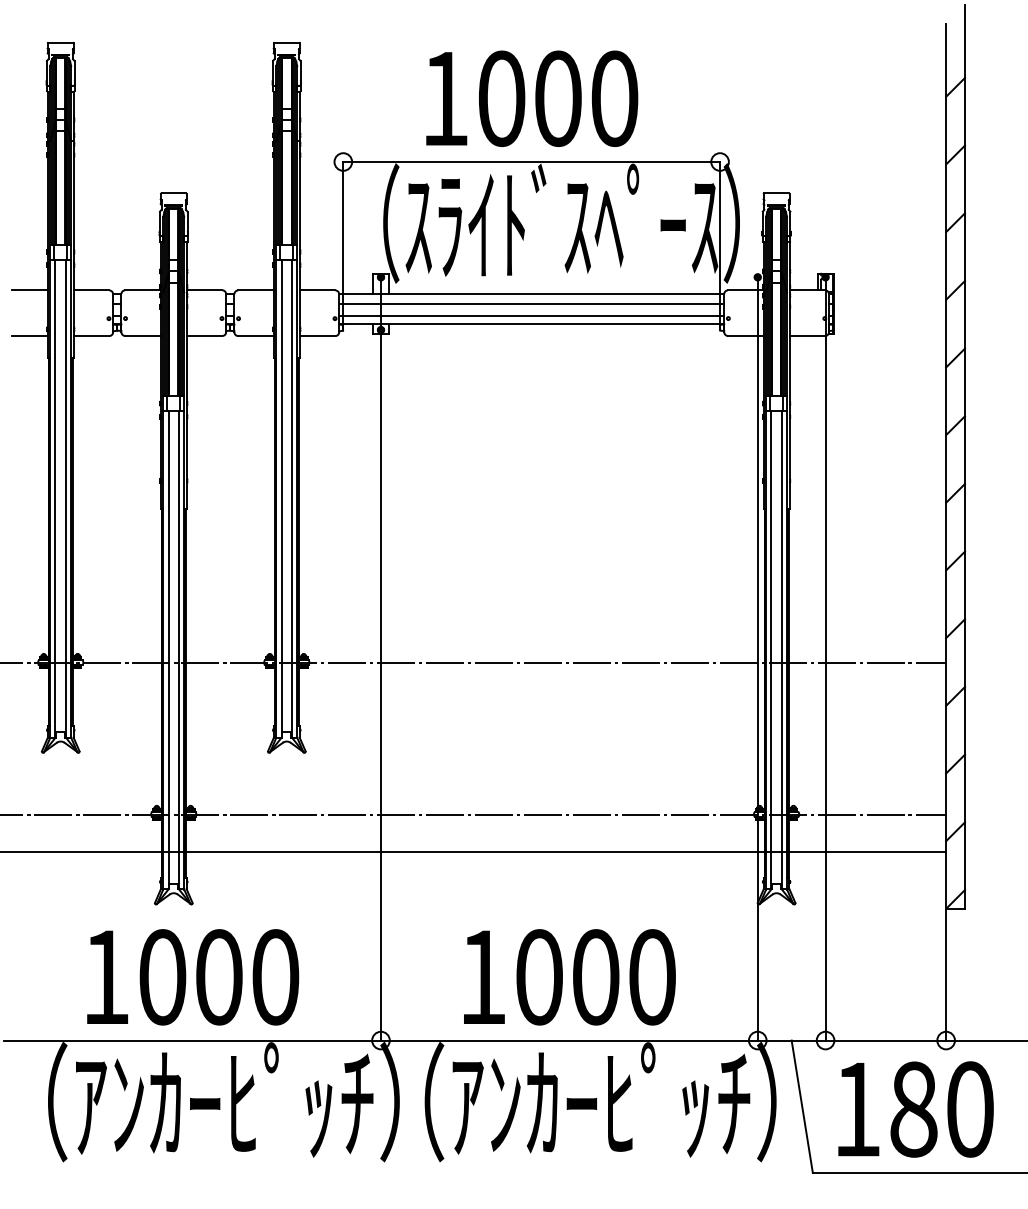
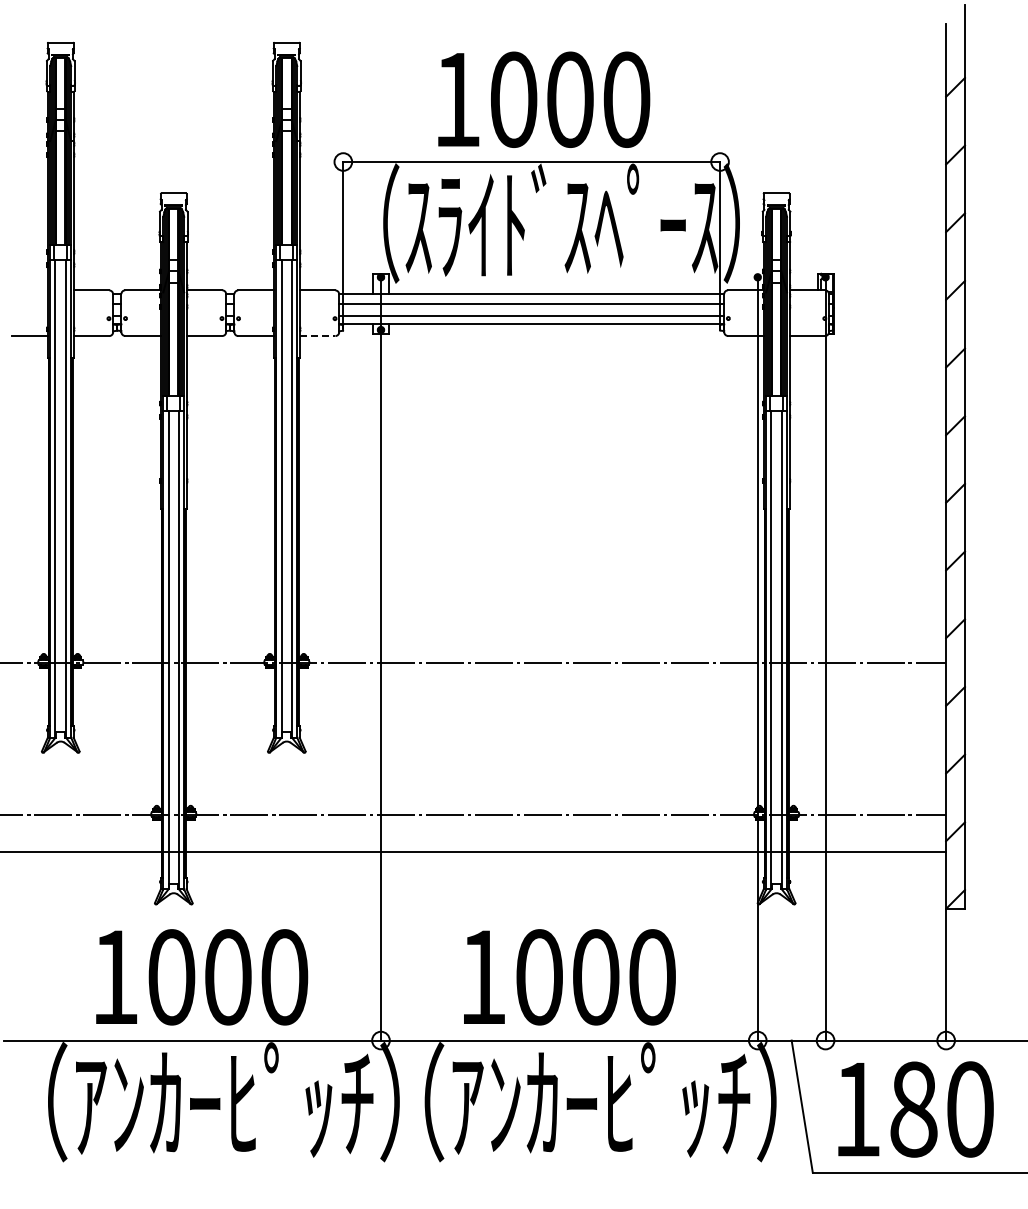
text at (532, 98) position: (532, 98) -> (544, 99)
line at (29, 290): present -> none
line at (317, 336): solid -> dashed
text at (193, 977) position: (193, 977) -> (202, 977)
